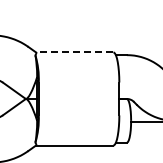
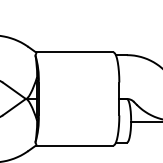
line at (74, 52): dashed -> solid
